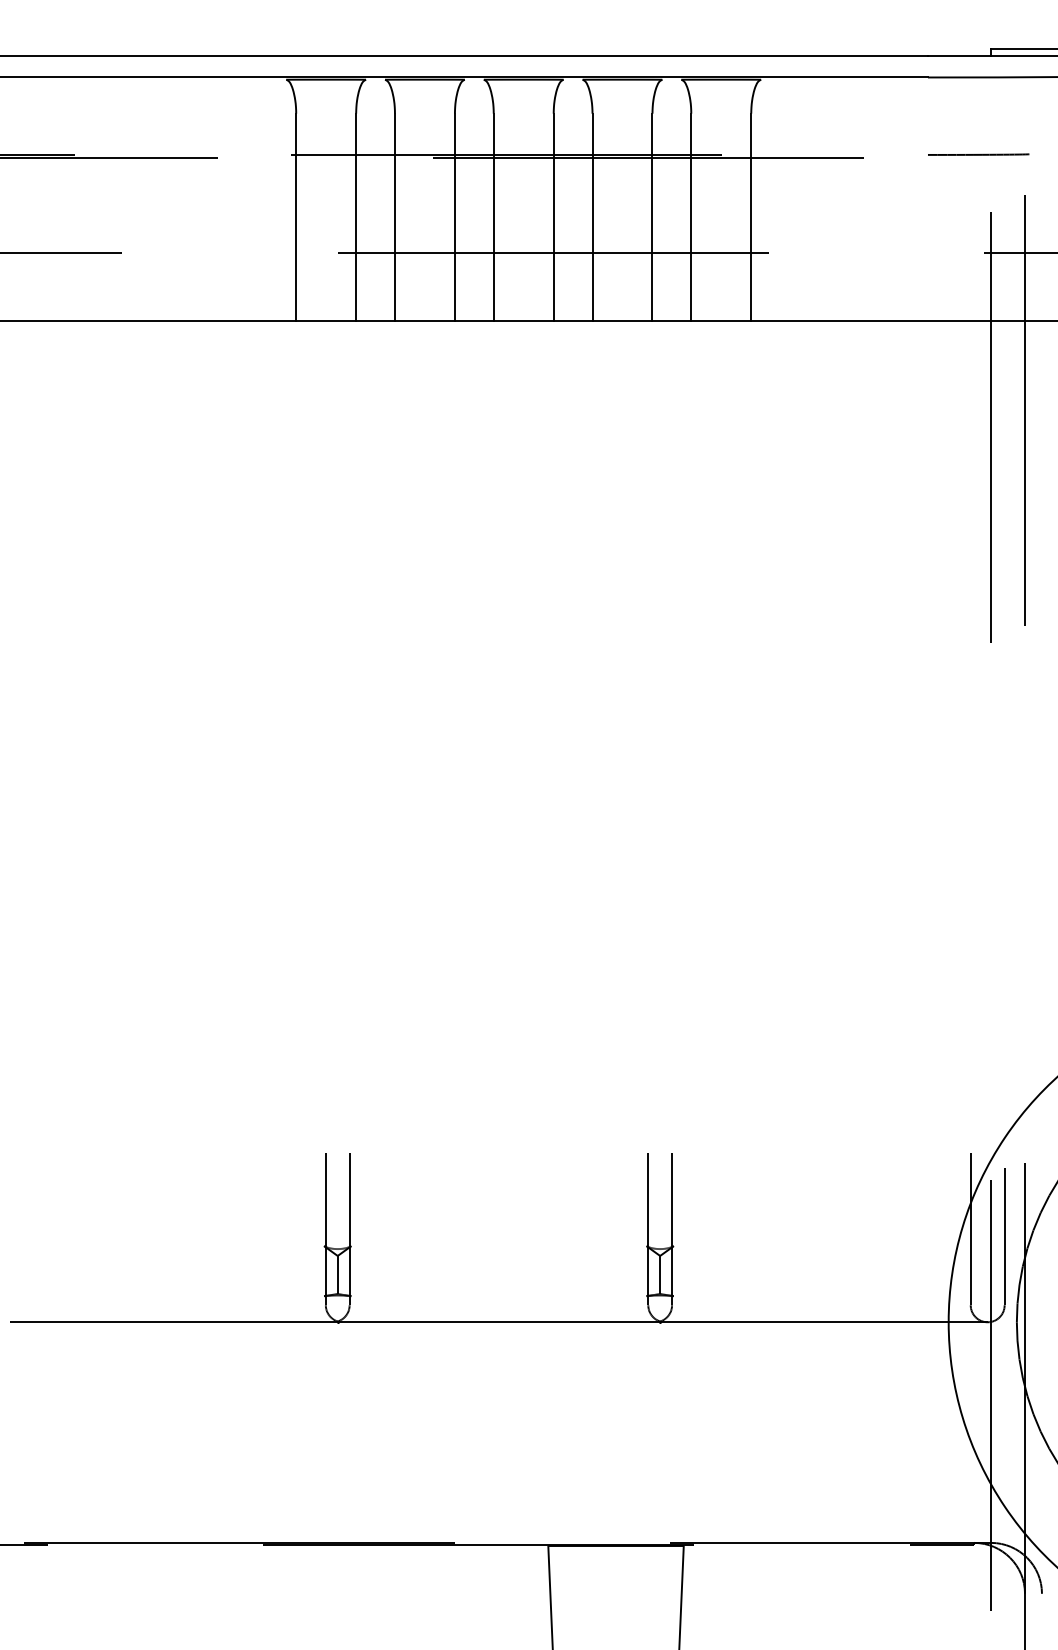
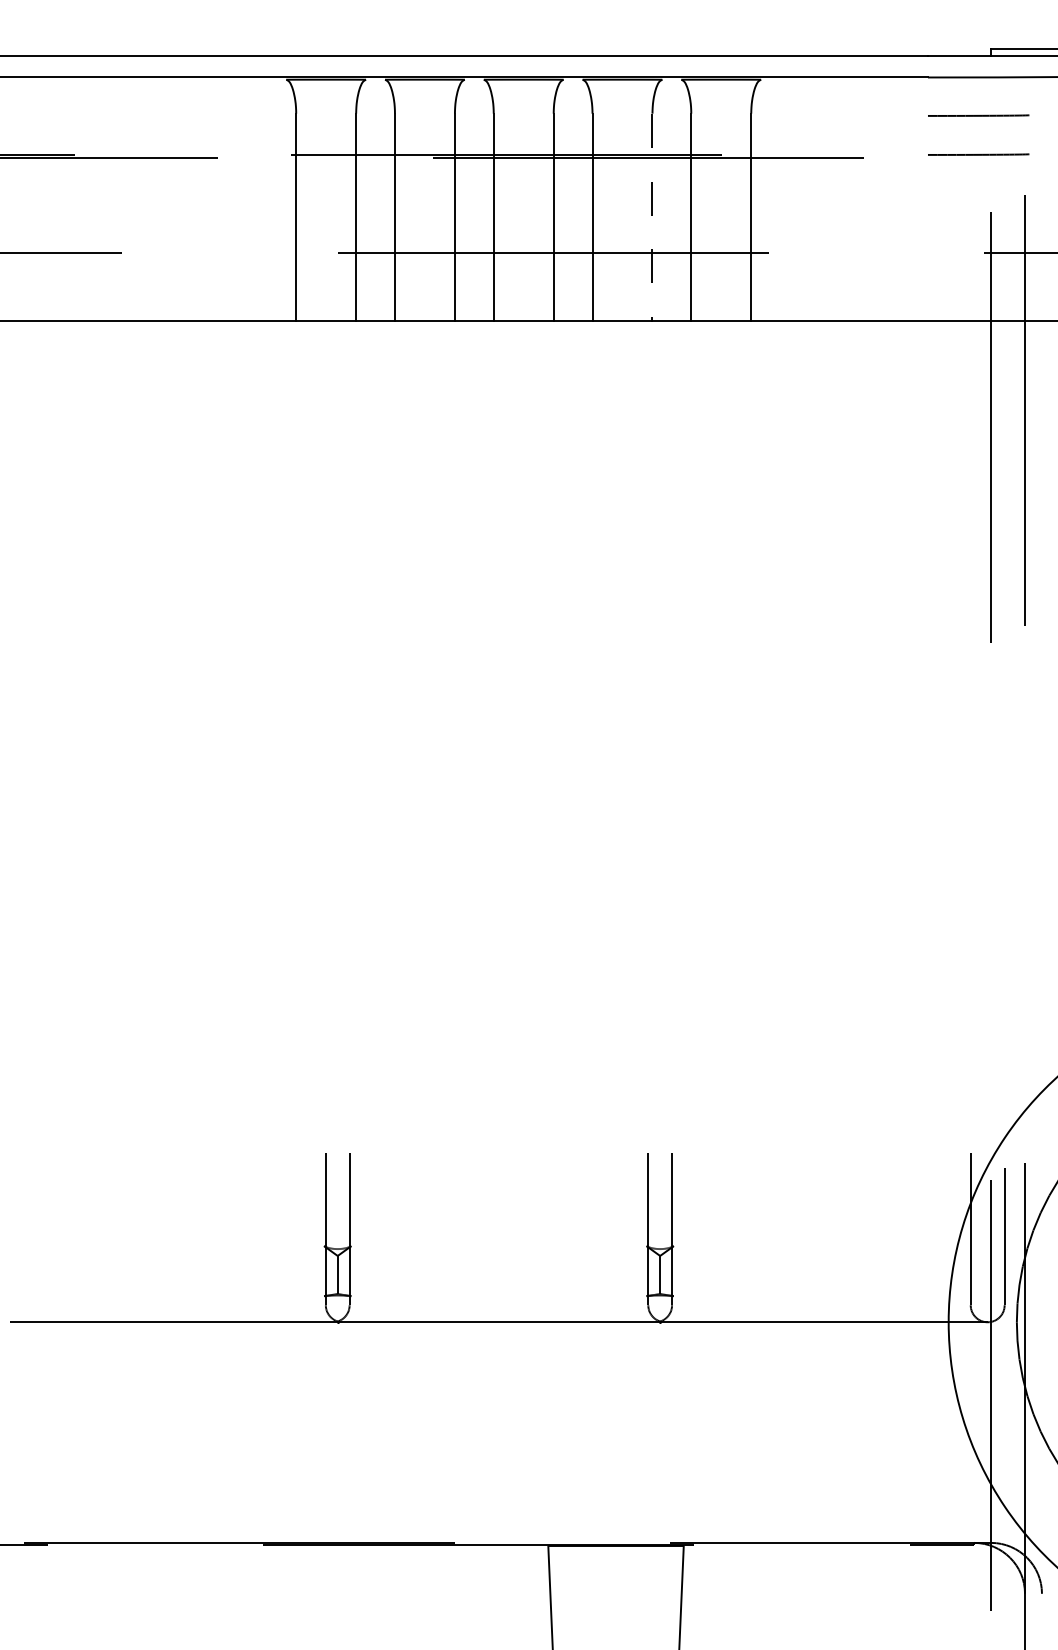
line at (978, 115): none -> present
line at (652, 217): solid -> dashed
